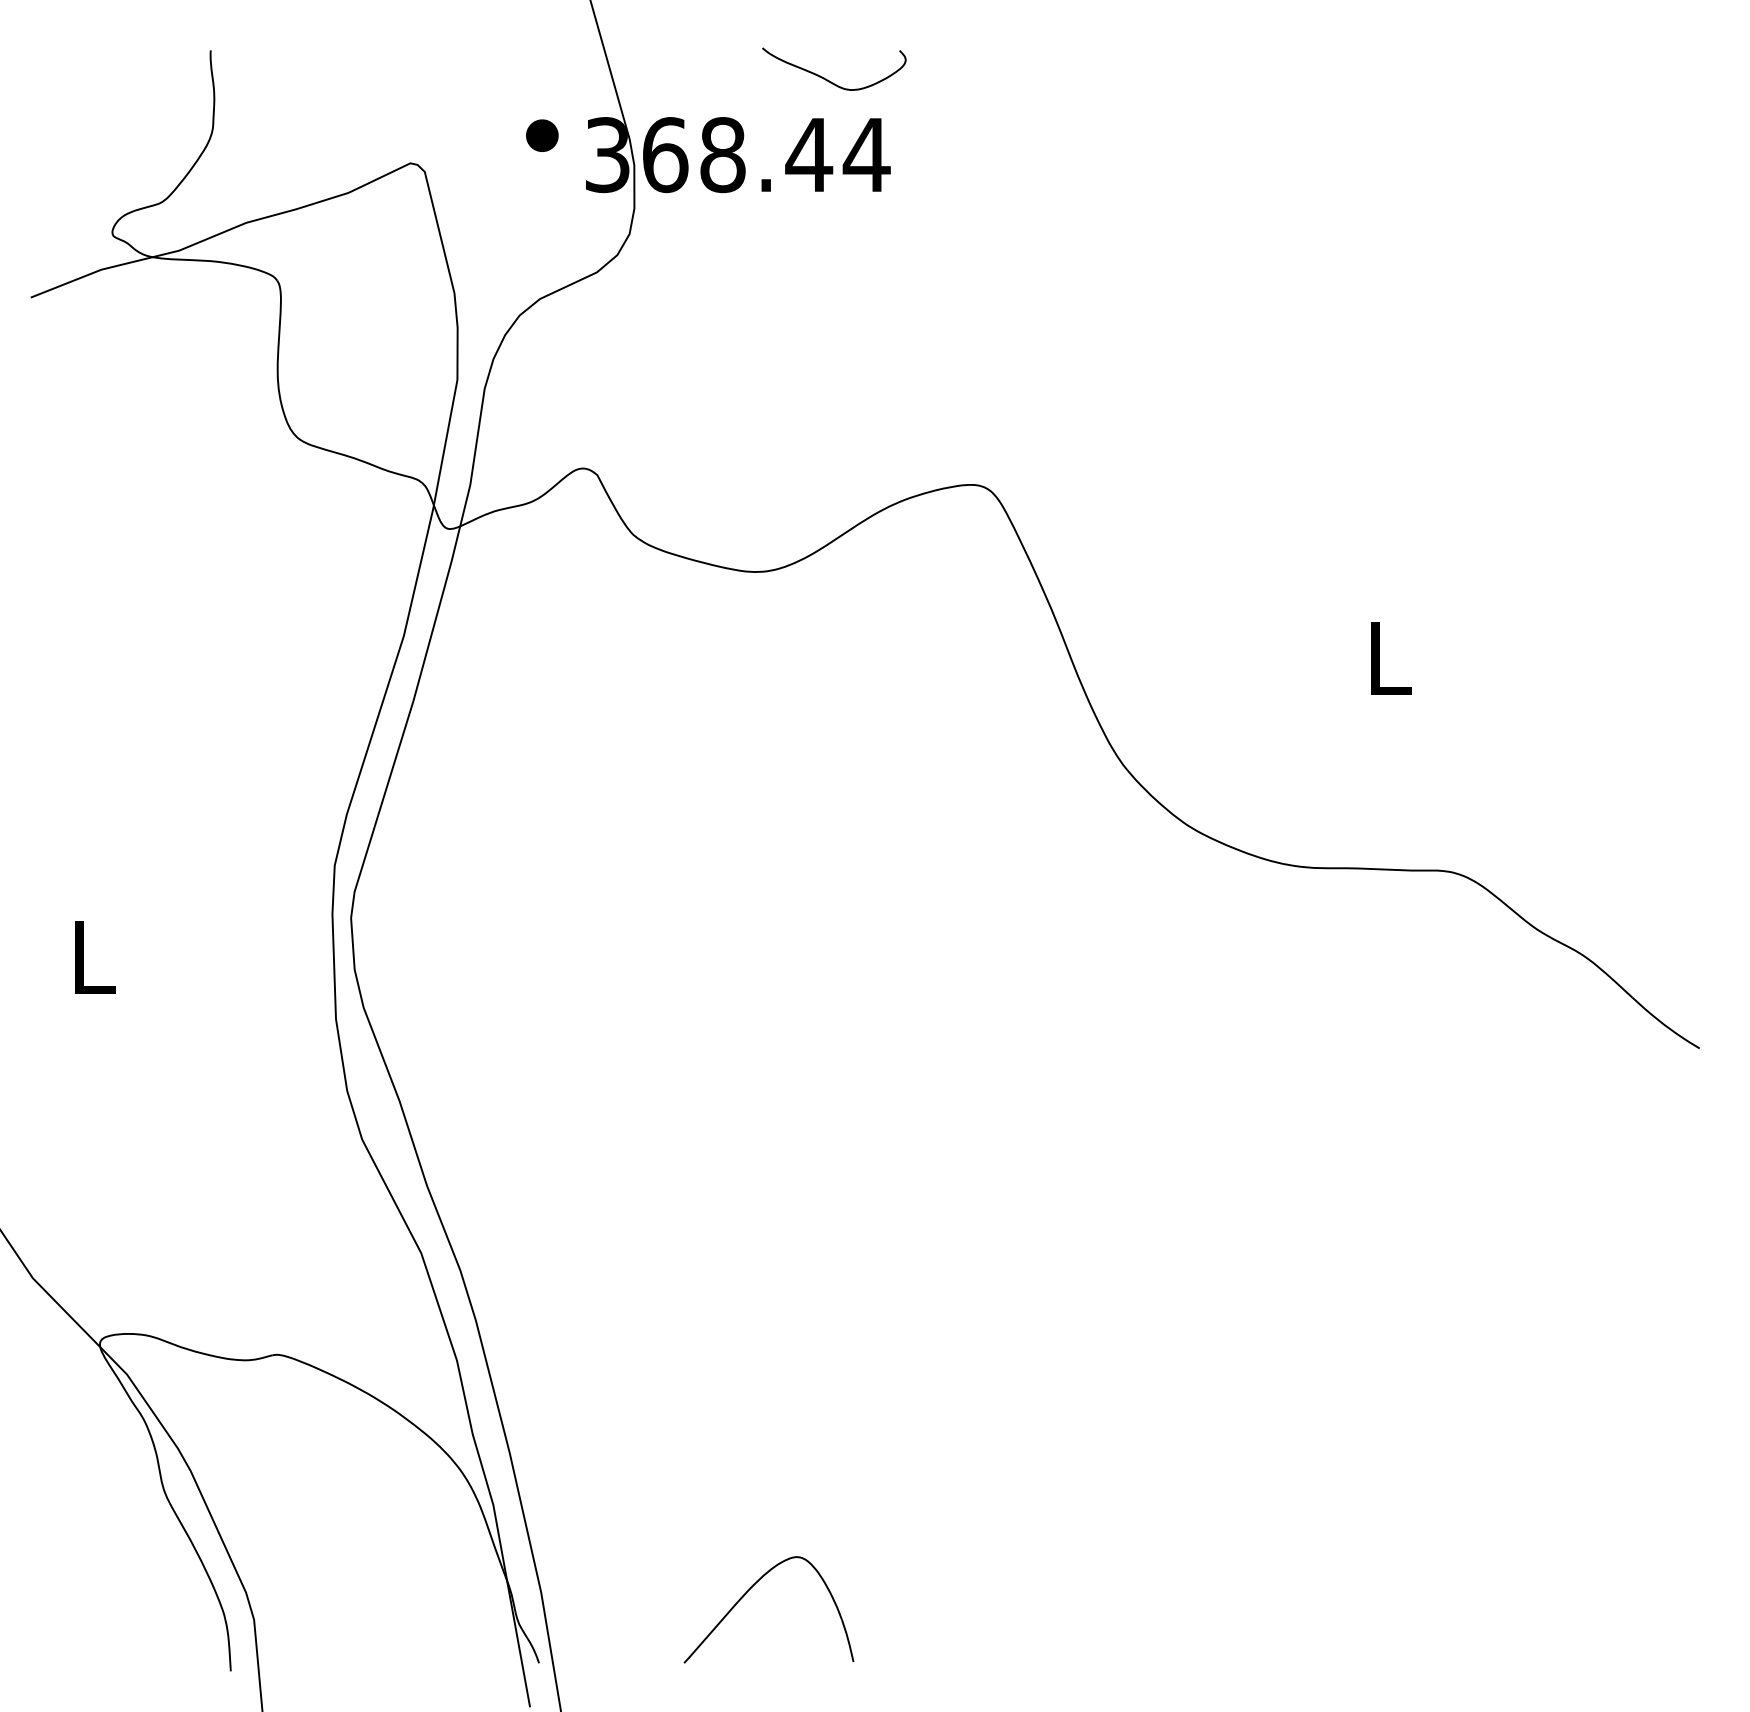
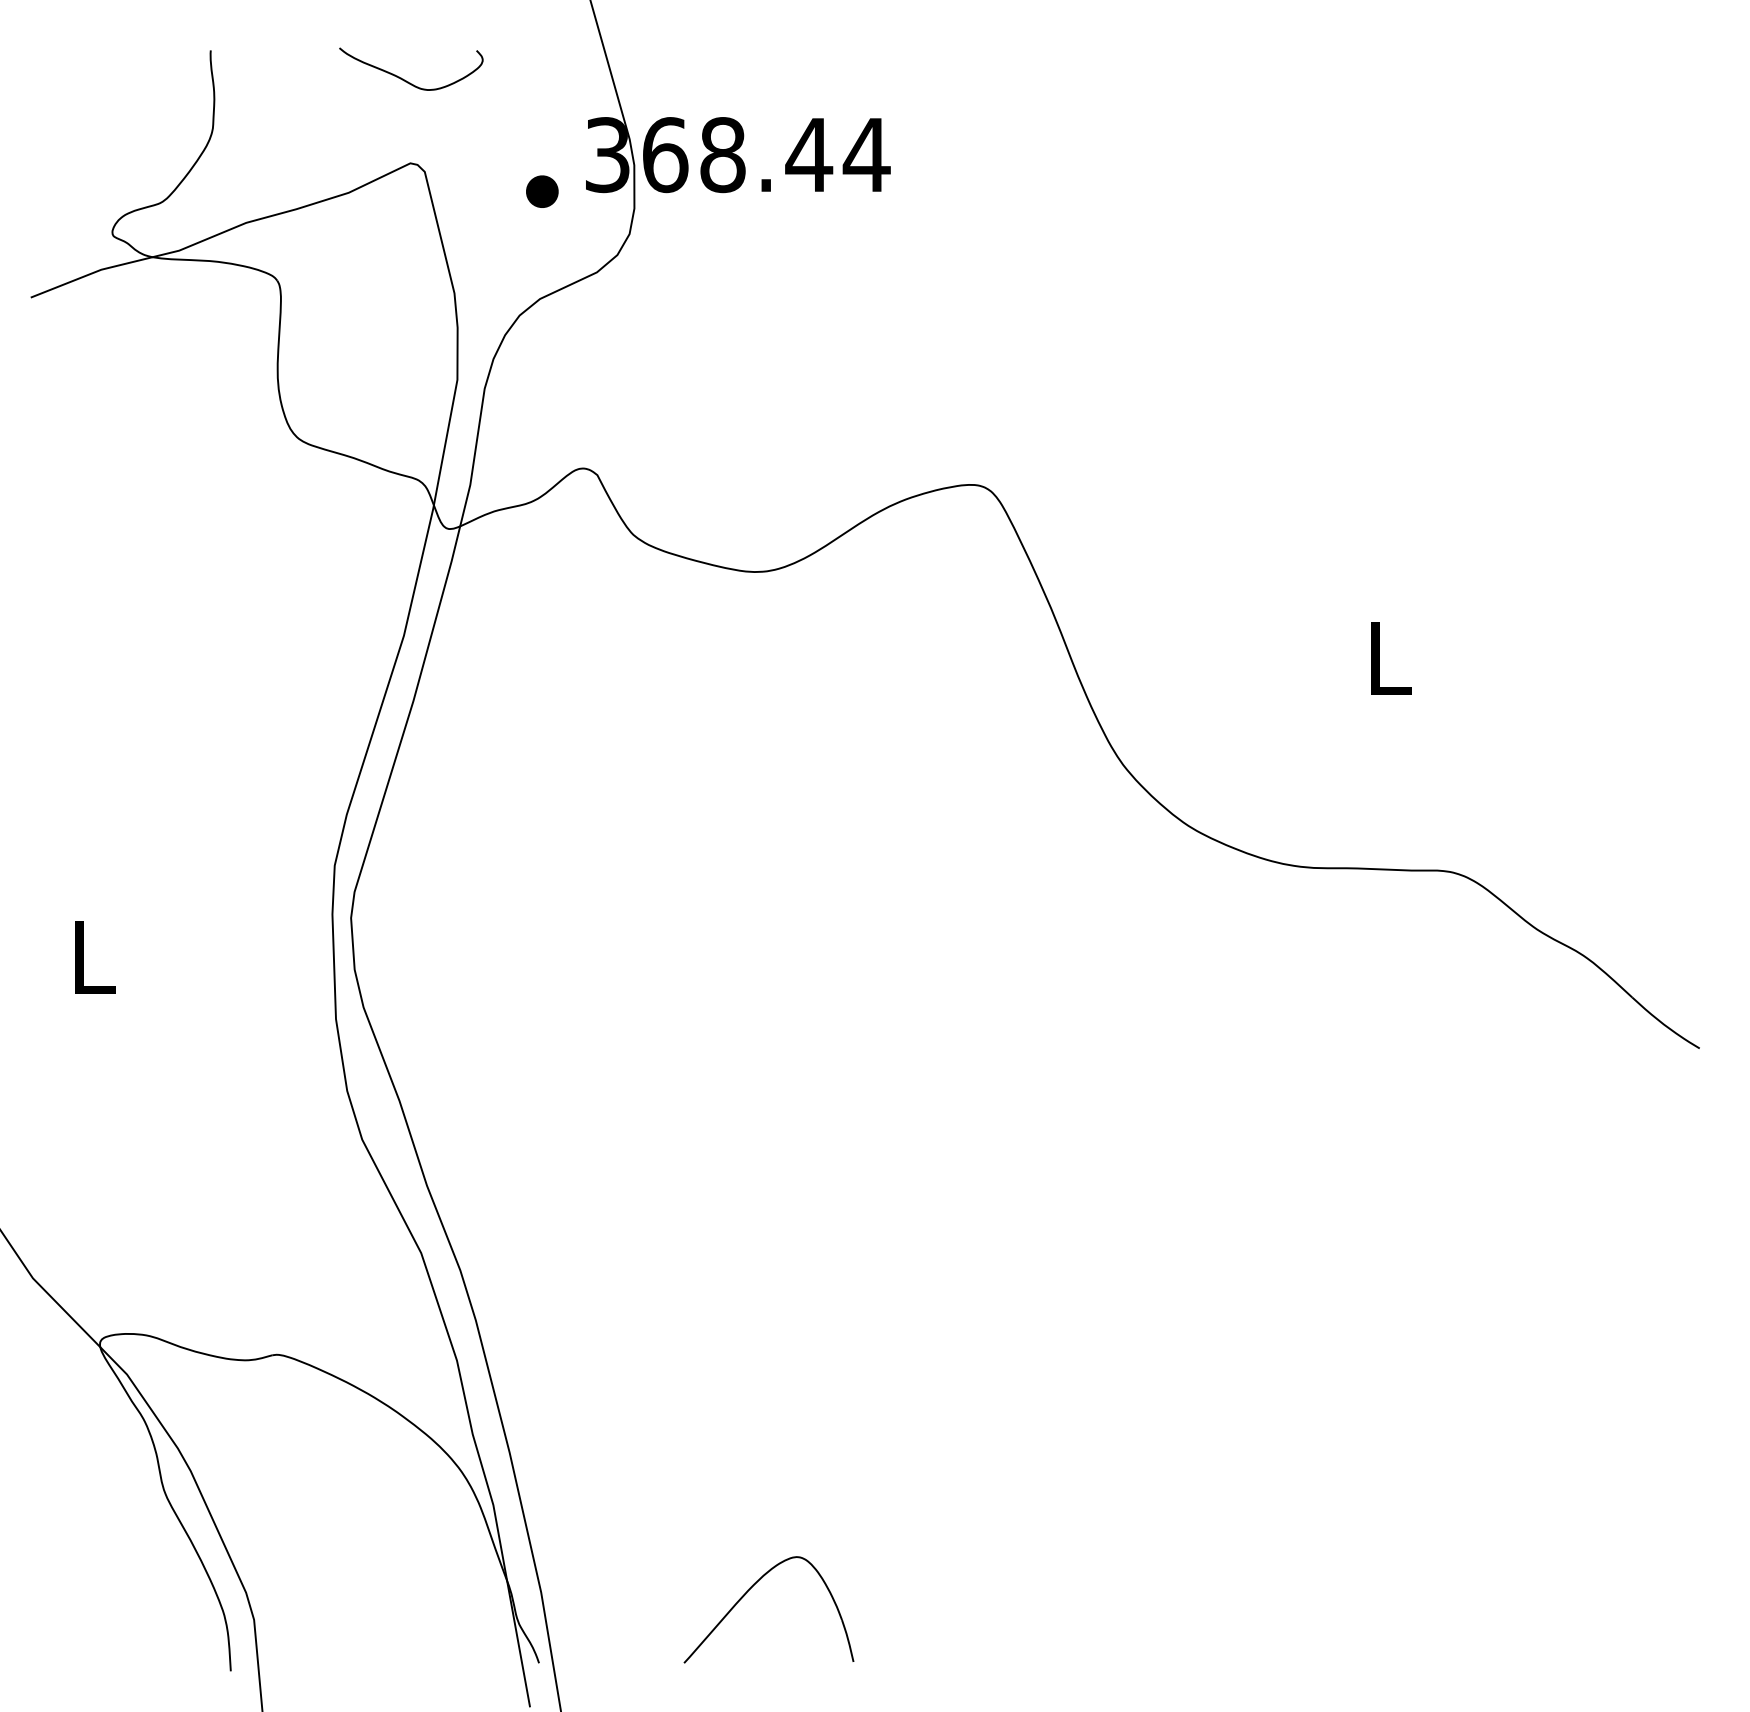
curve at (826, 78) position: (826, 78) -> (403, 78)
part at (542, 135) position: (542, 135) -> (542, 191)
